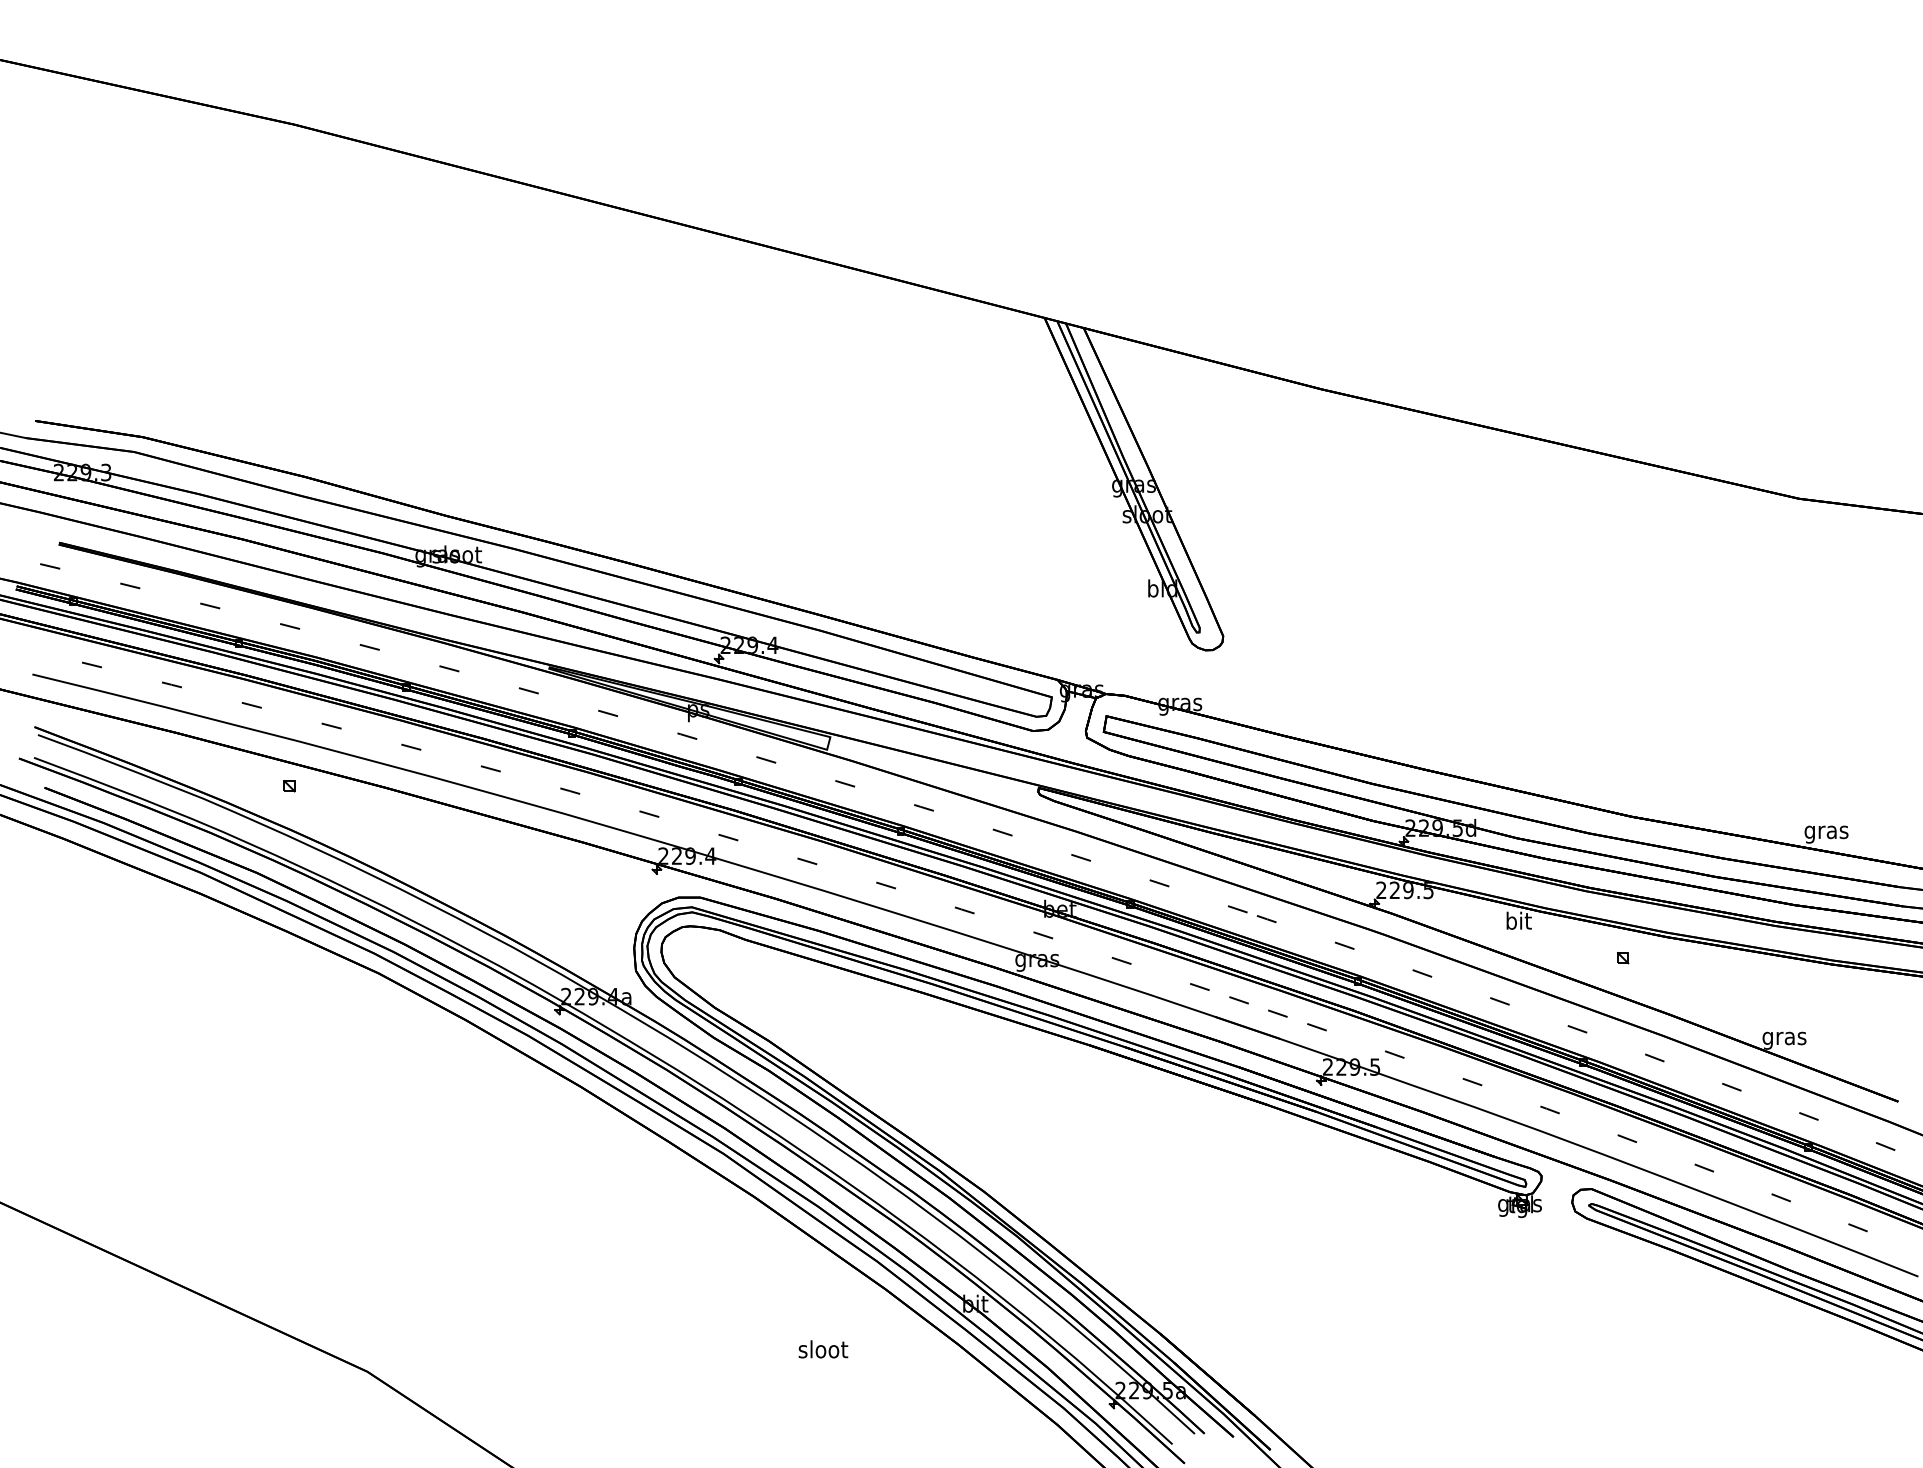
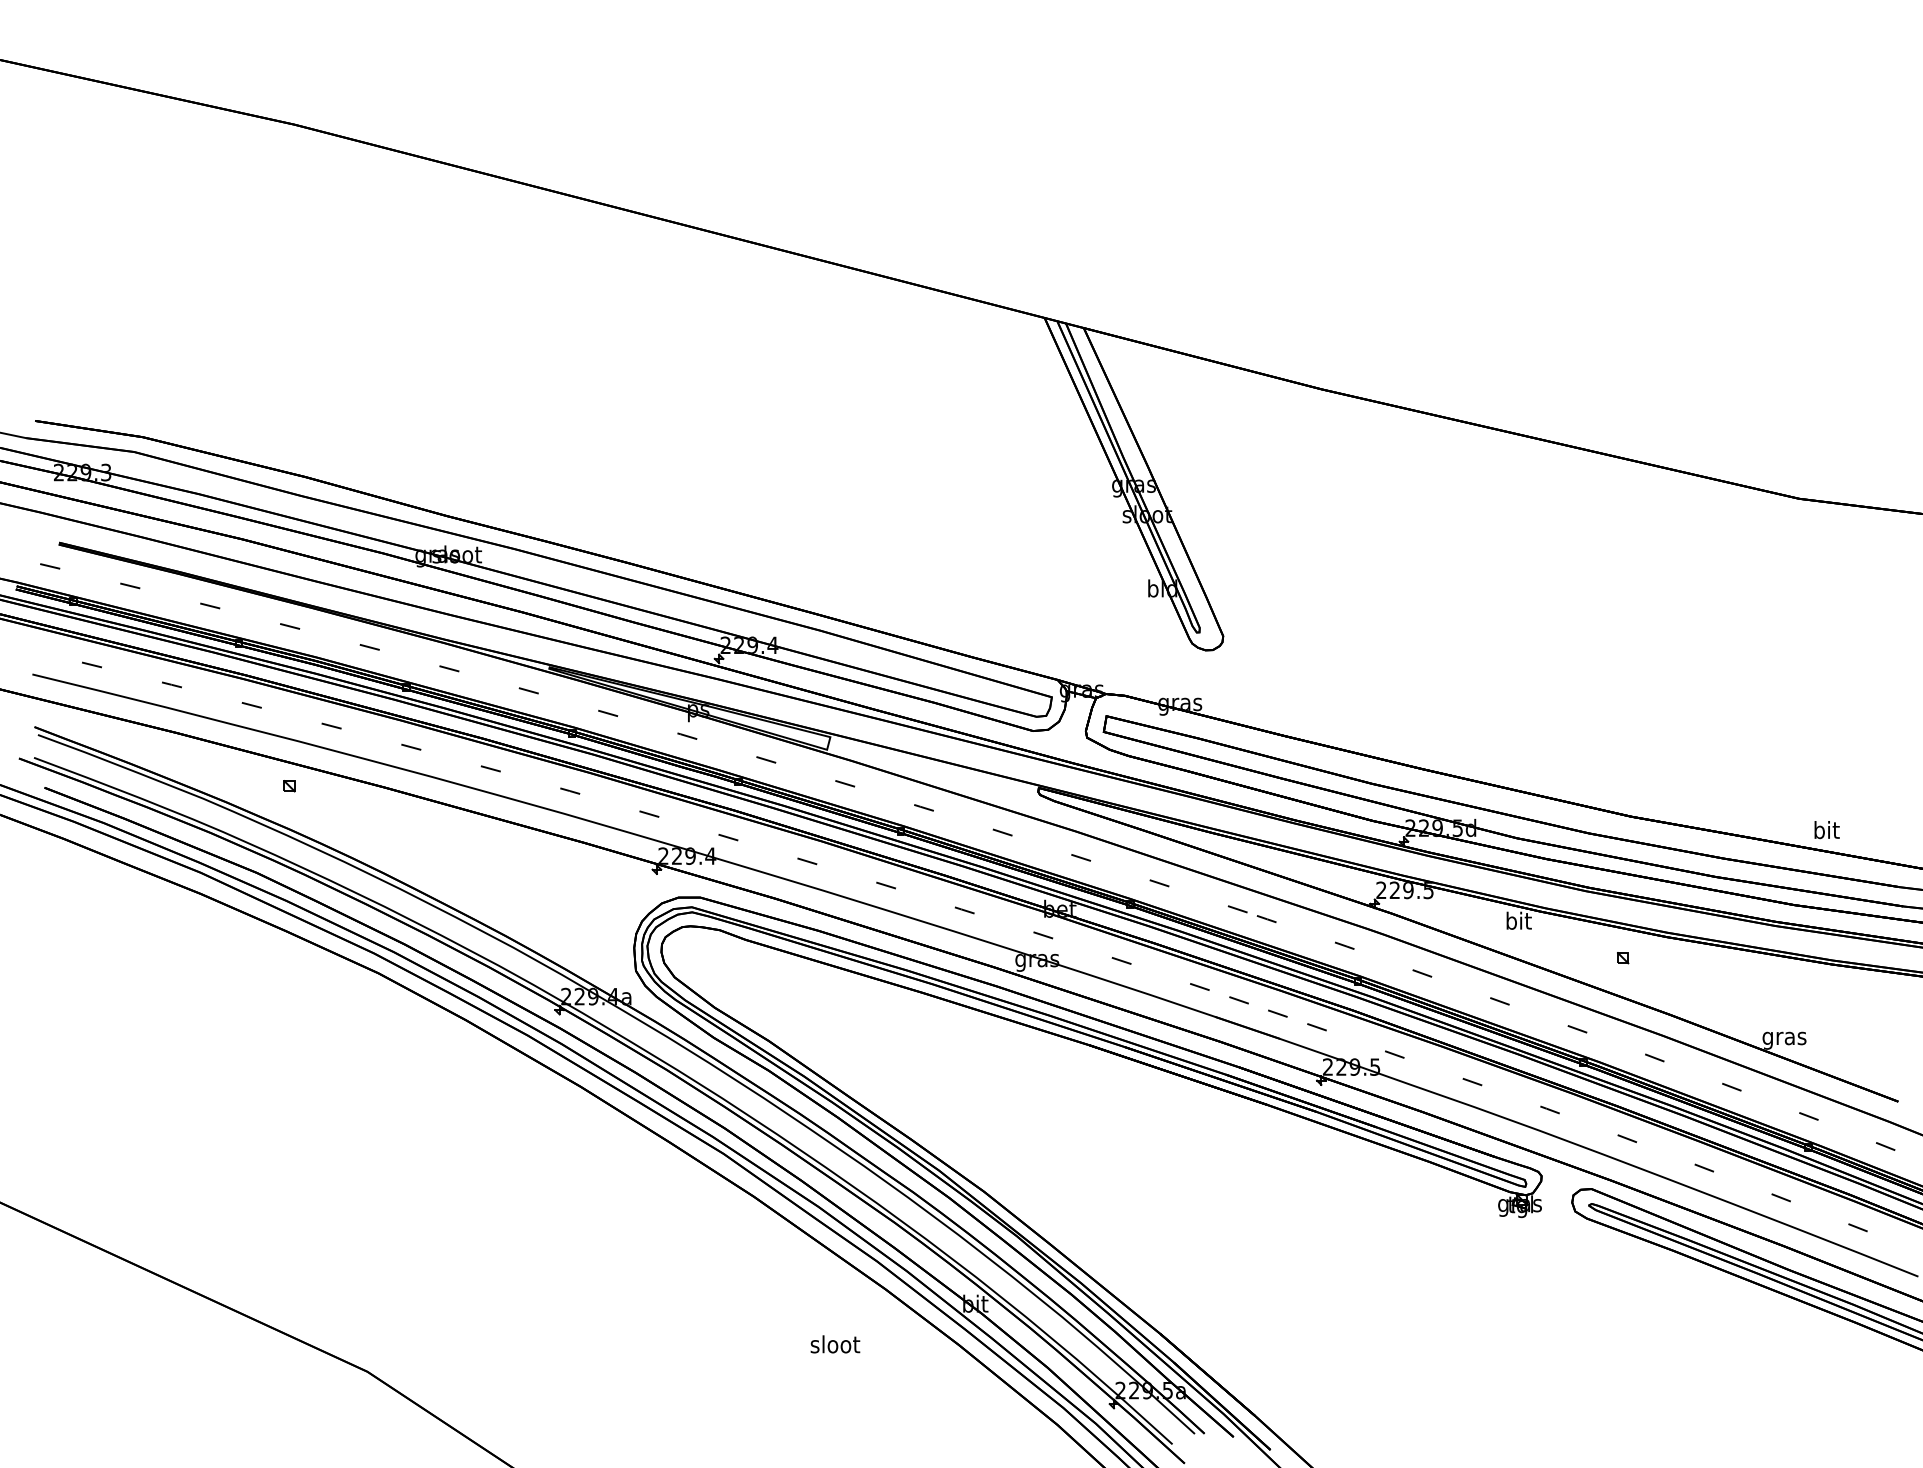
text at (1826, 832): gras -> bit
text at (823, 1349) position: (823, 1349) -> (835, 1344)
